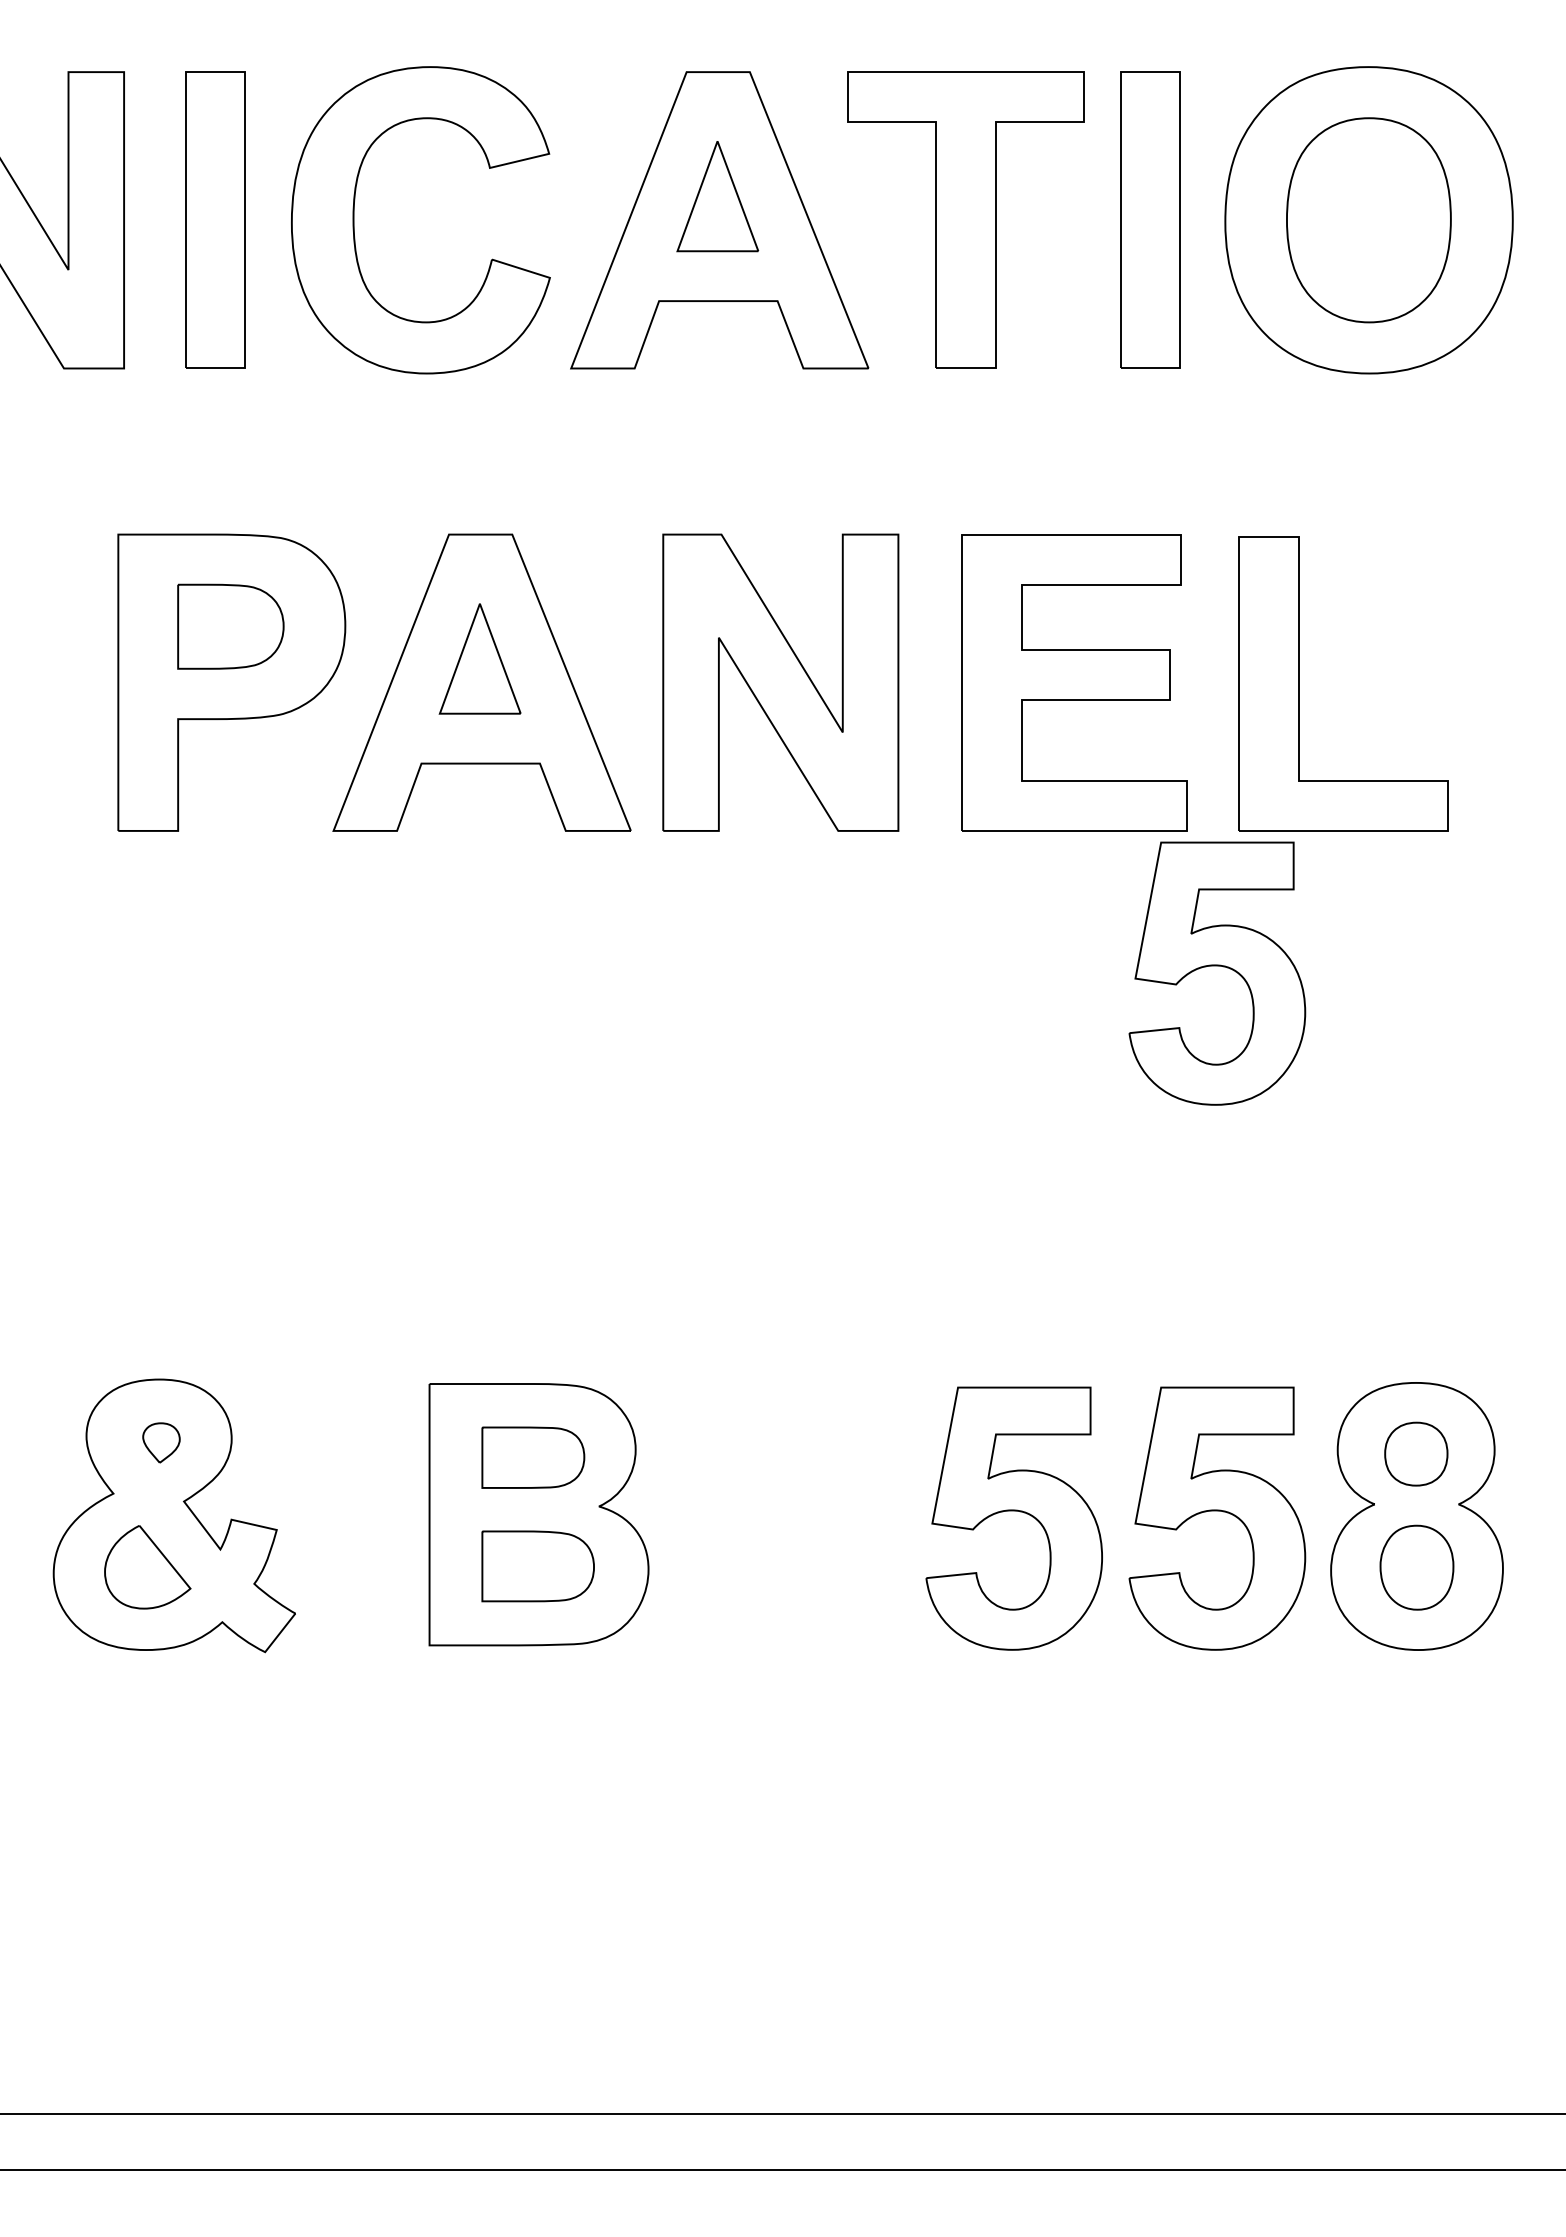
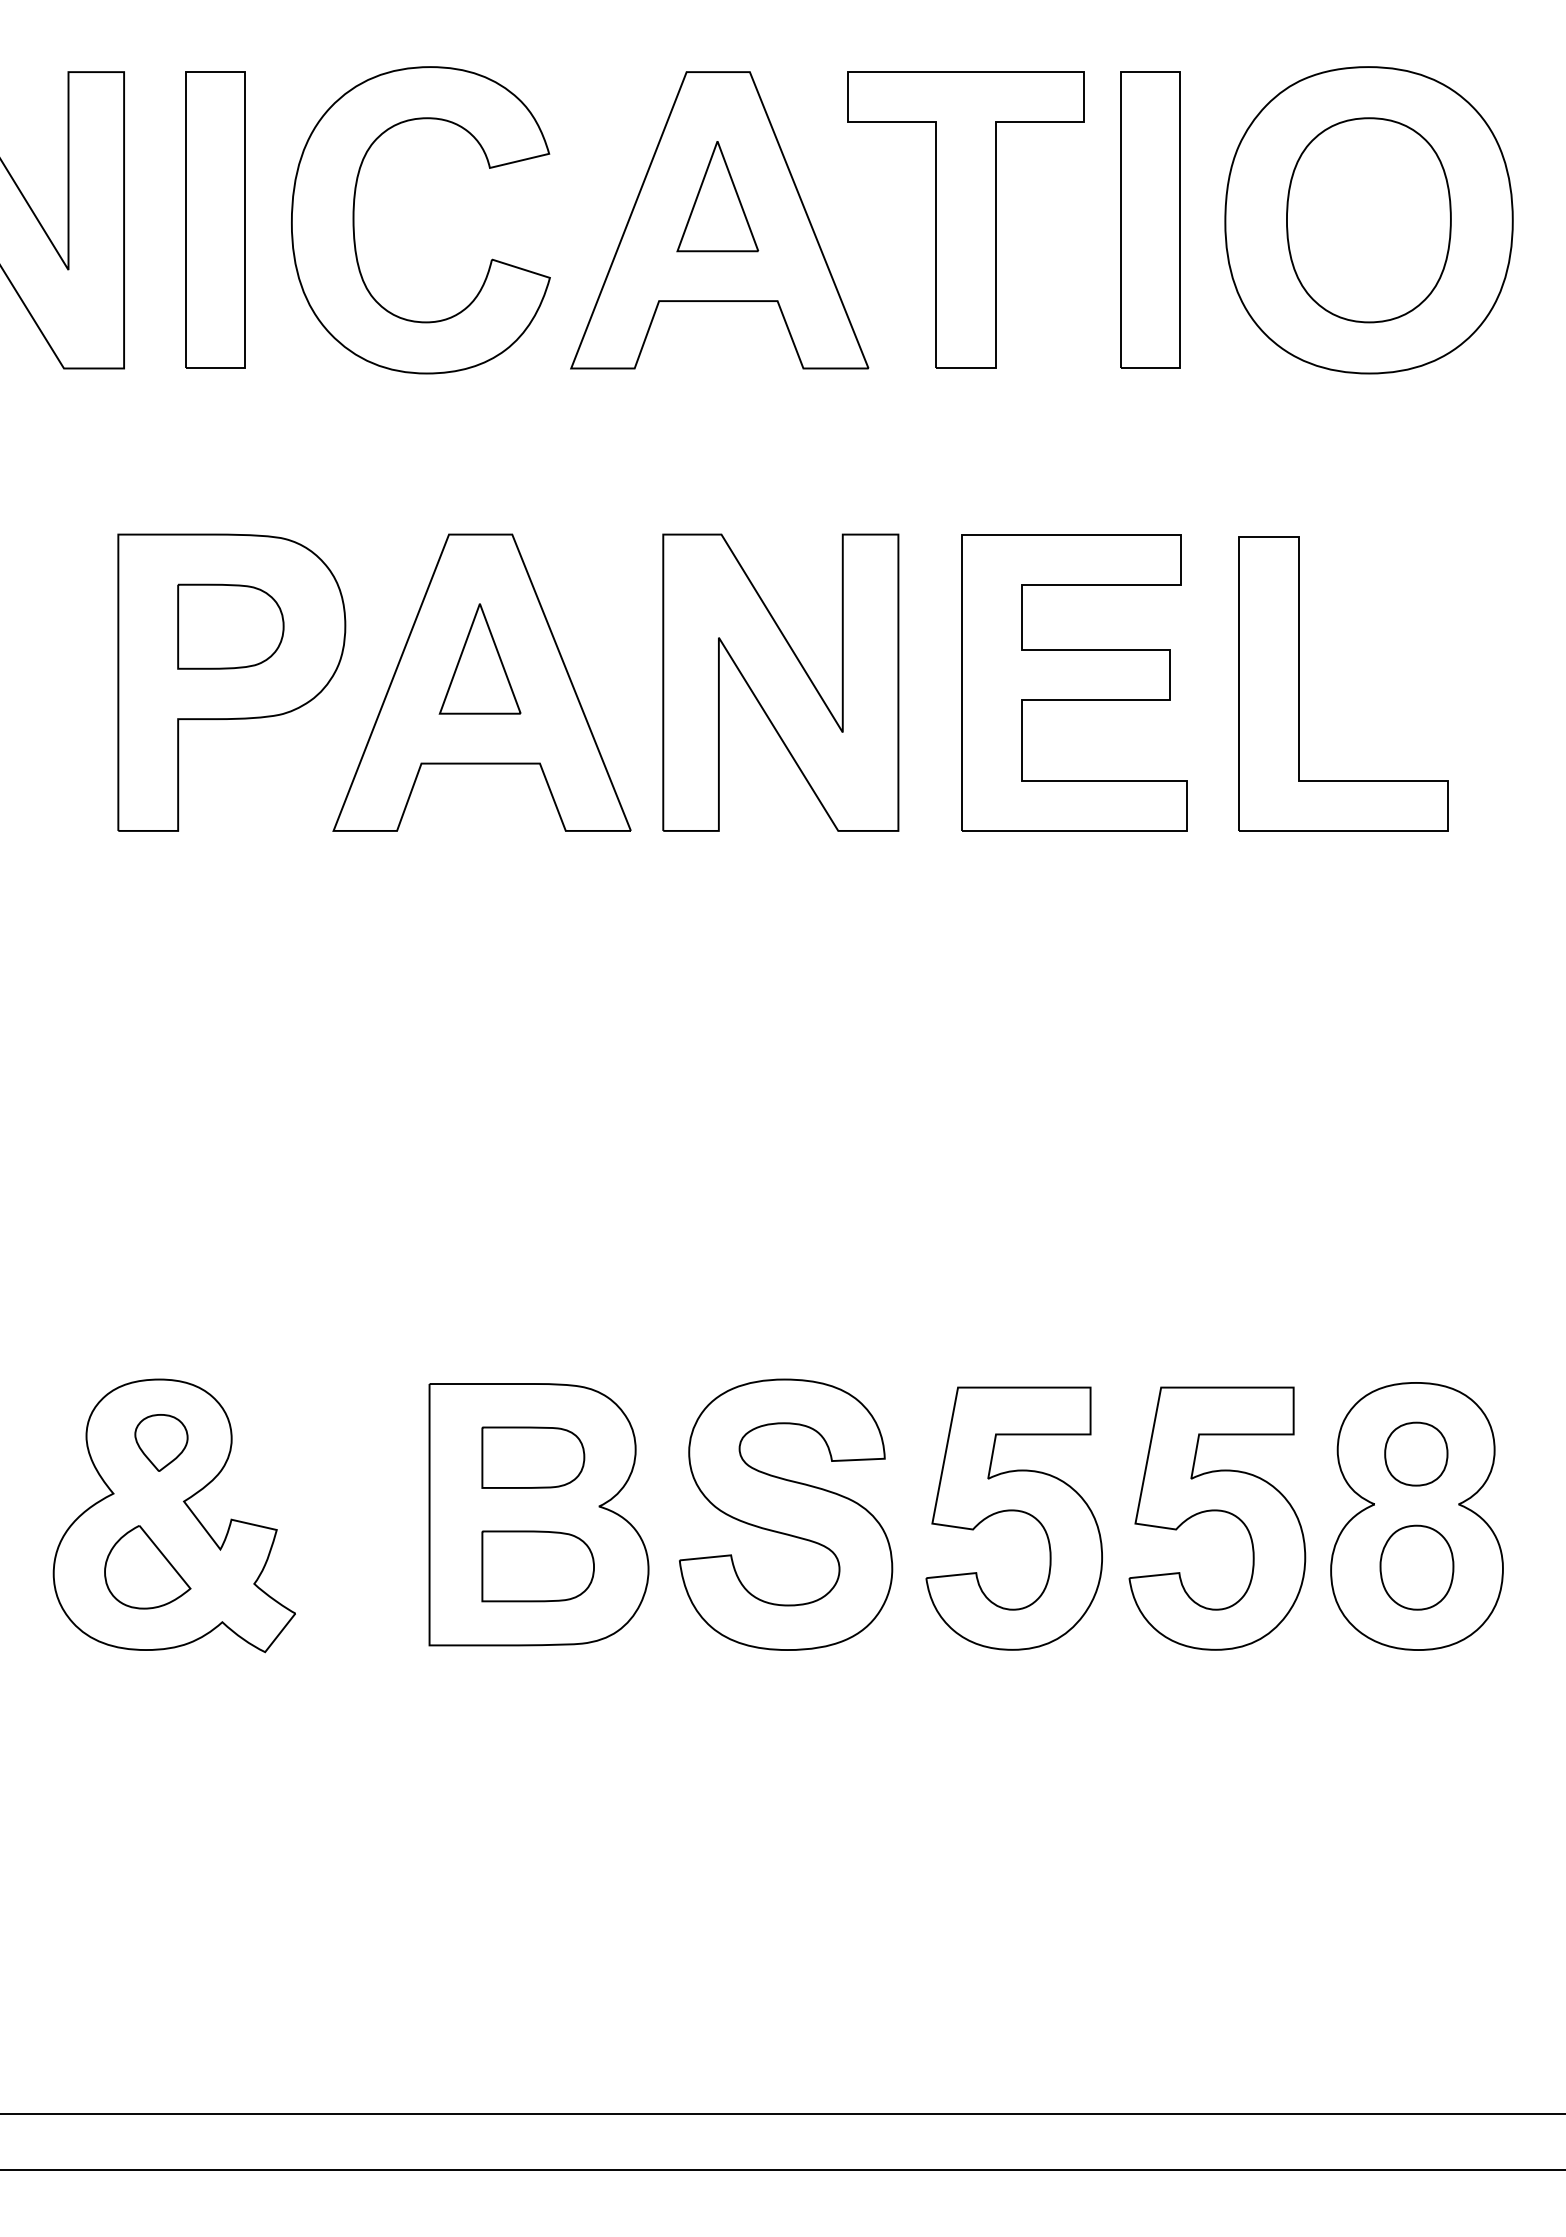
part at (1217, 966): present -> none
part at (161, 1442) size: 39x42 px -> 55x58 px
part at (786, 1514): none -> present
